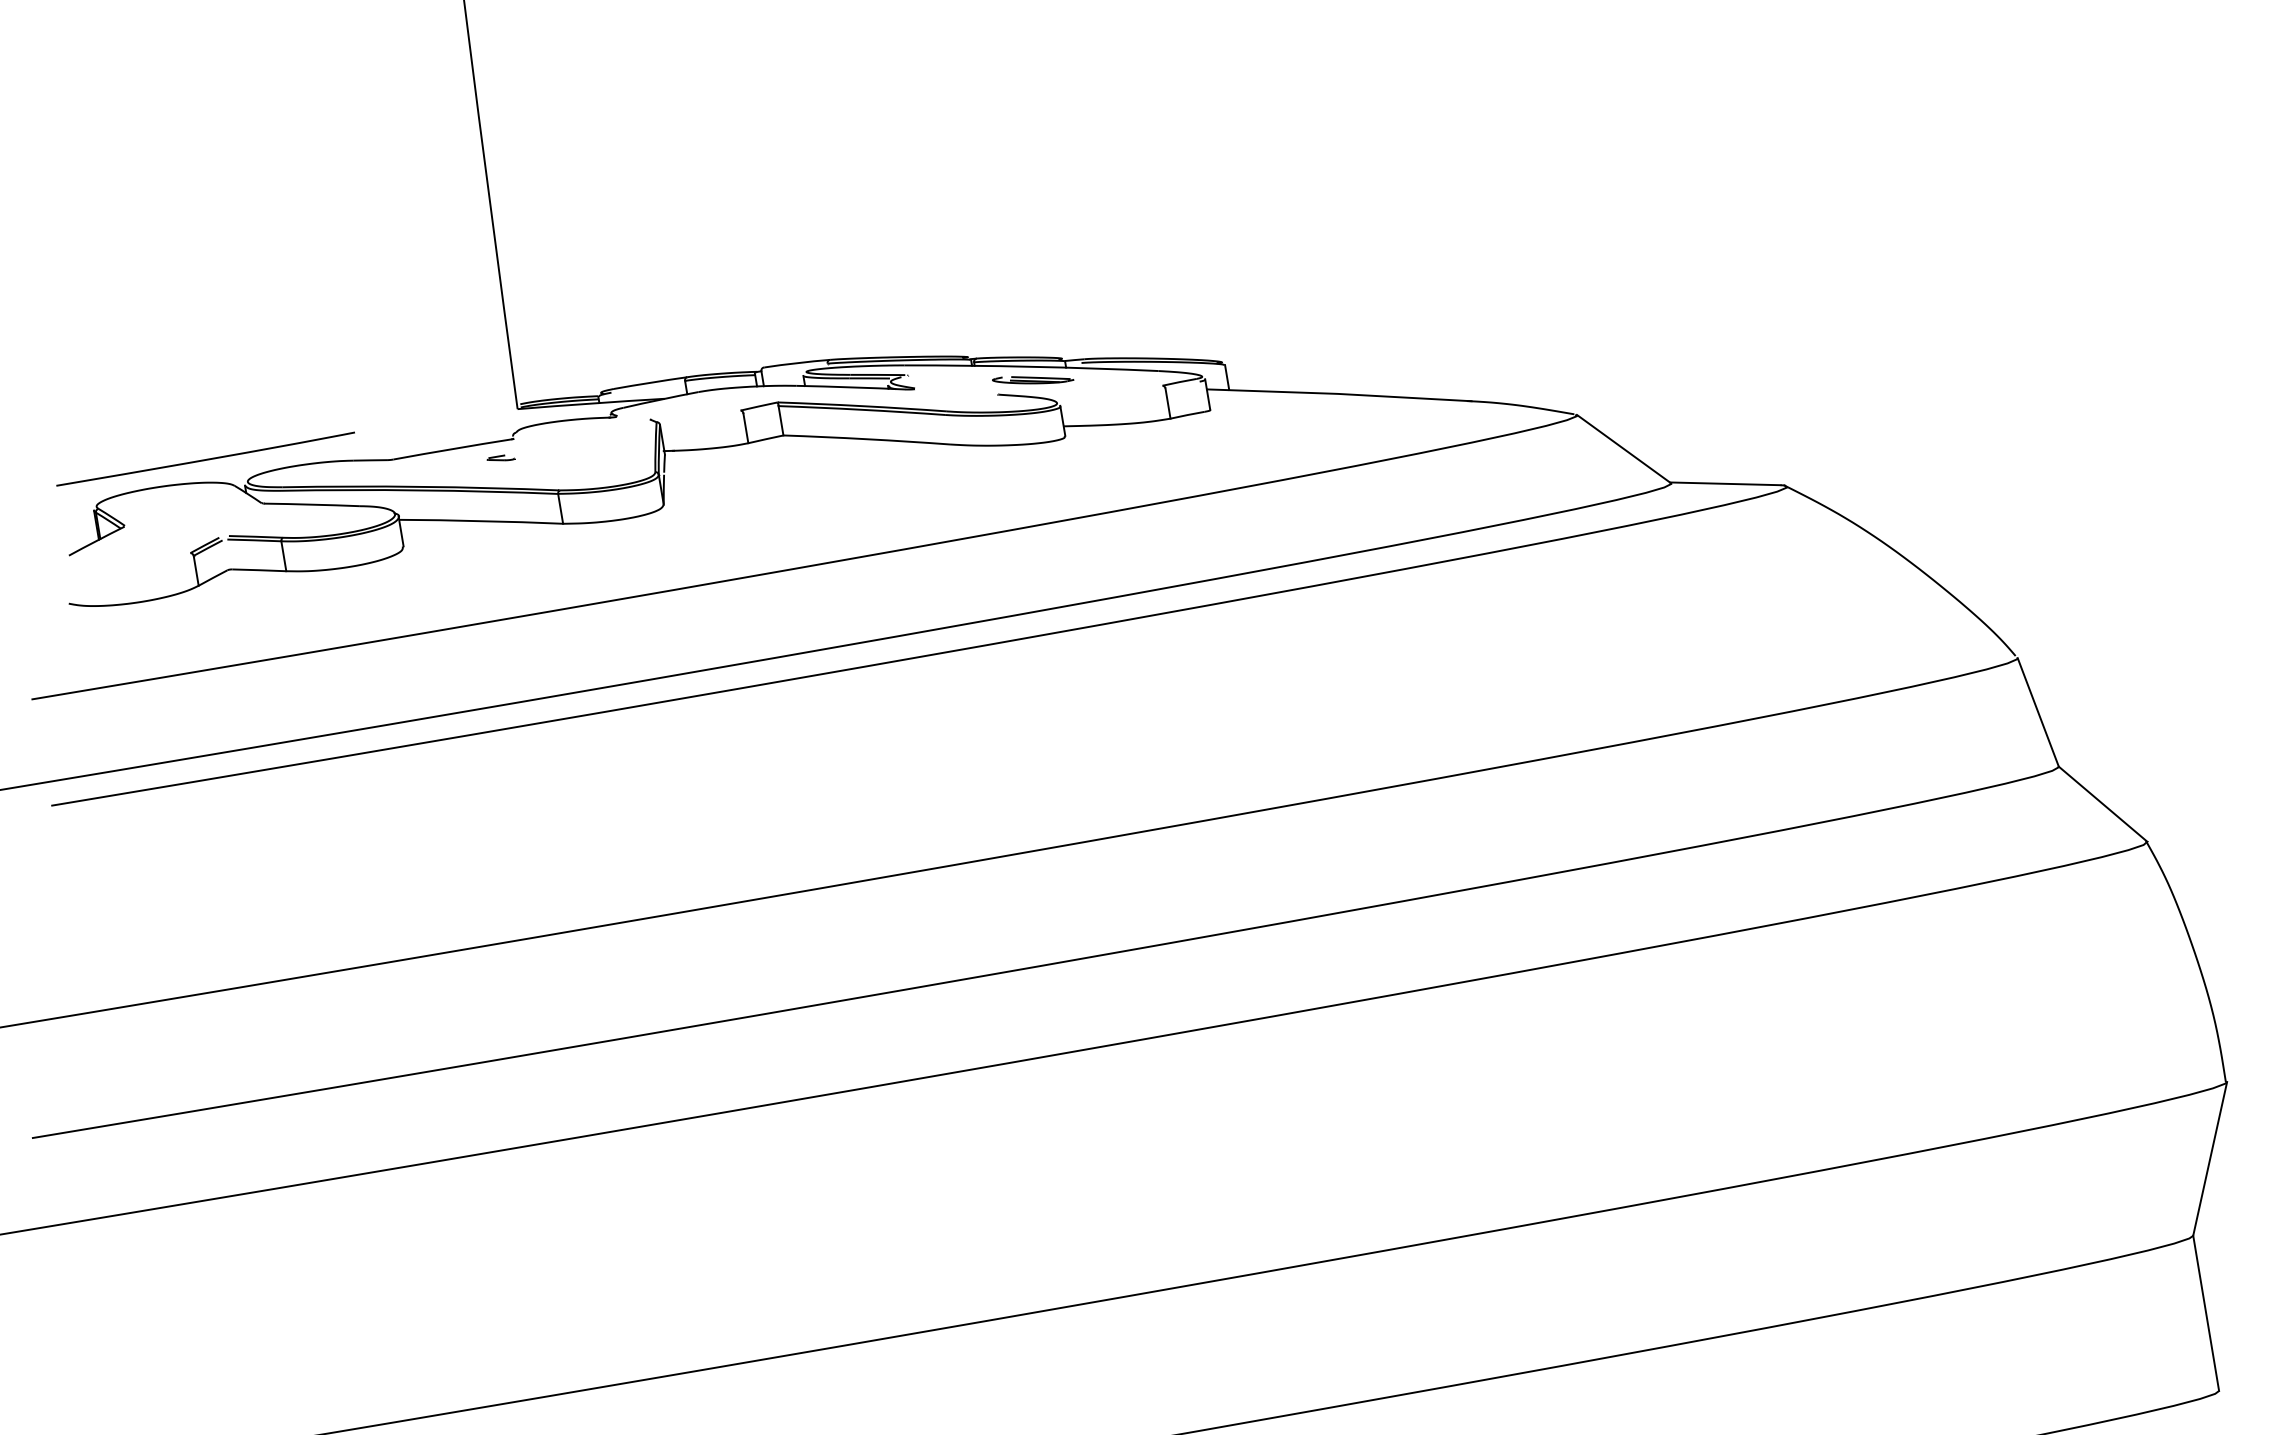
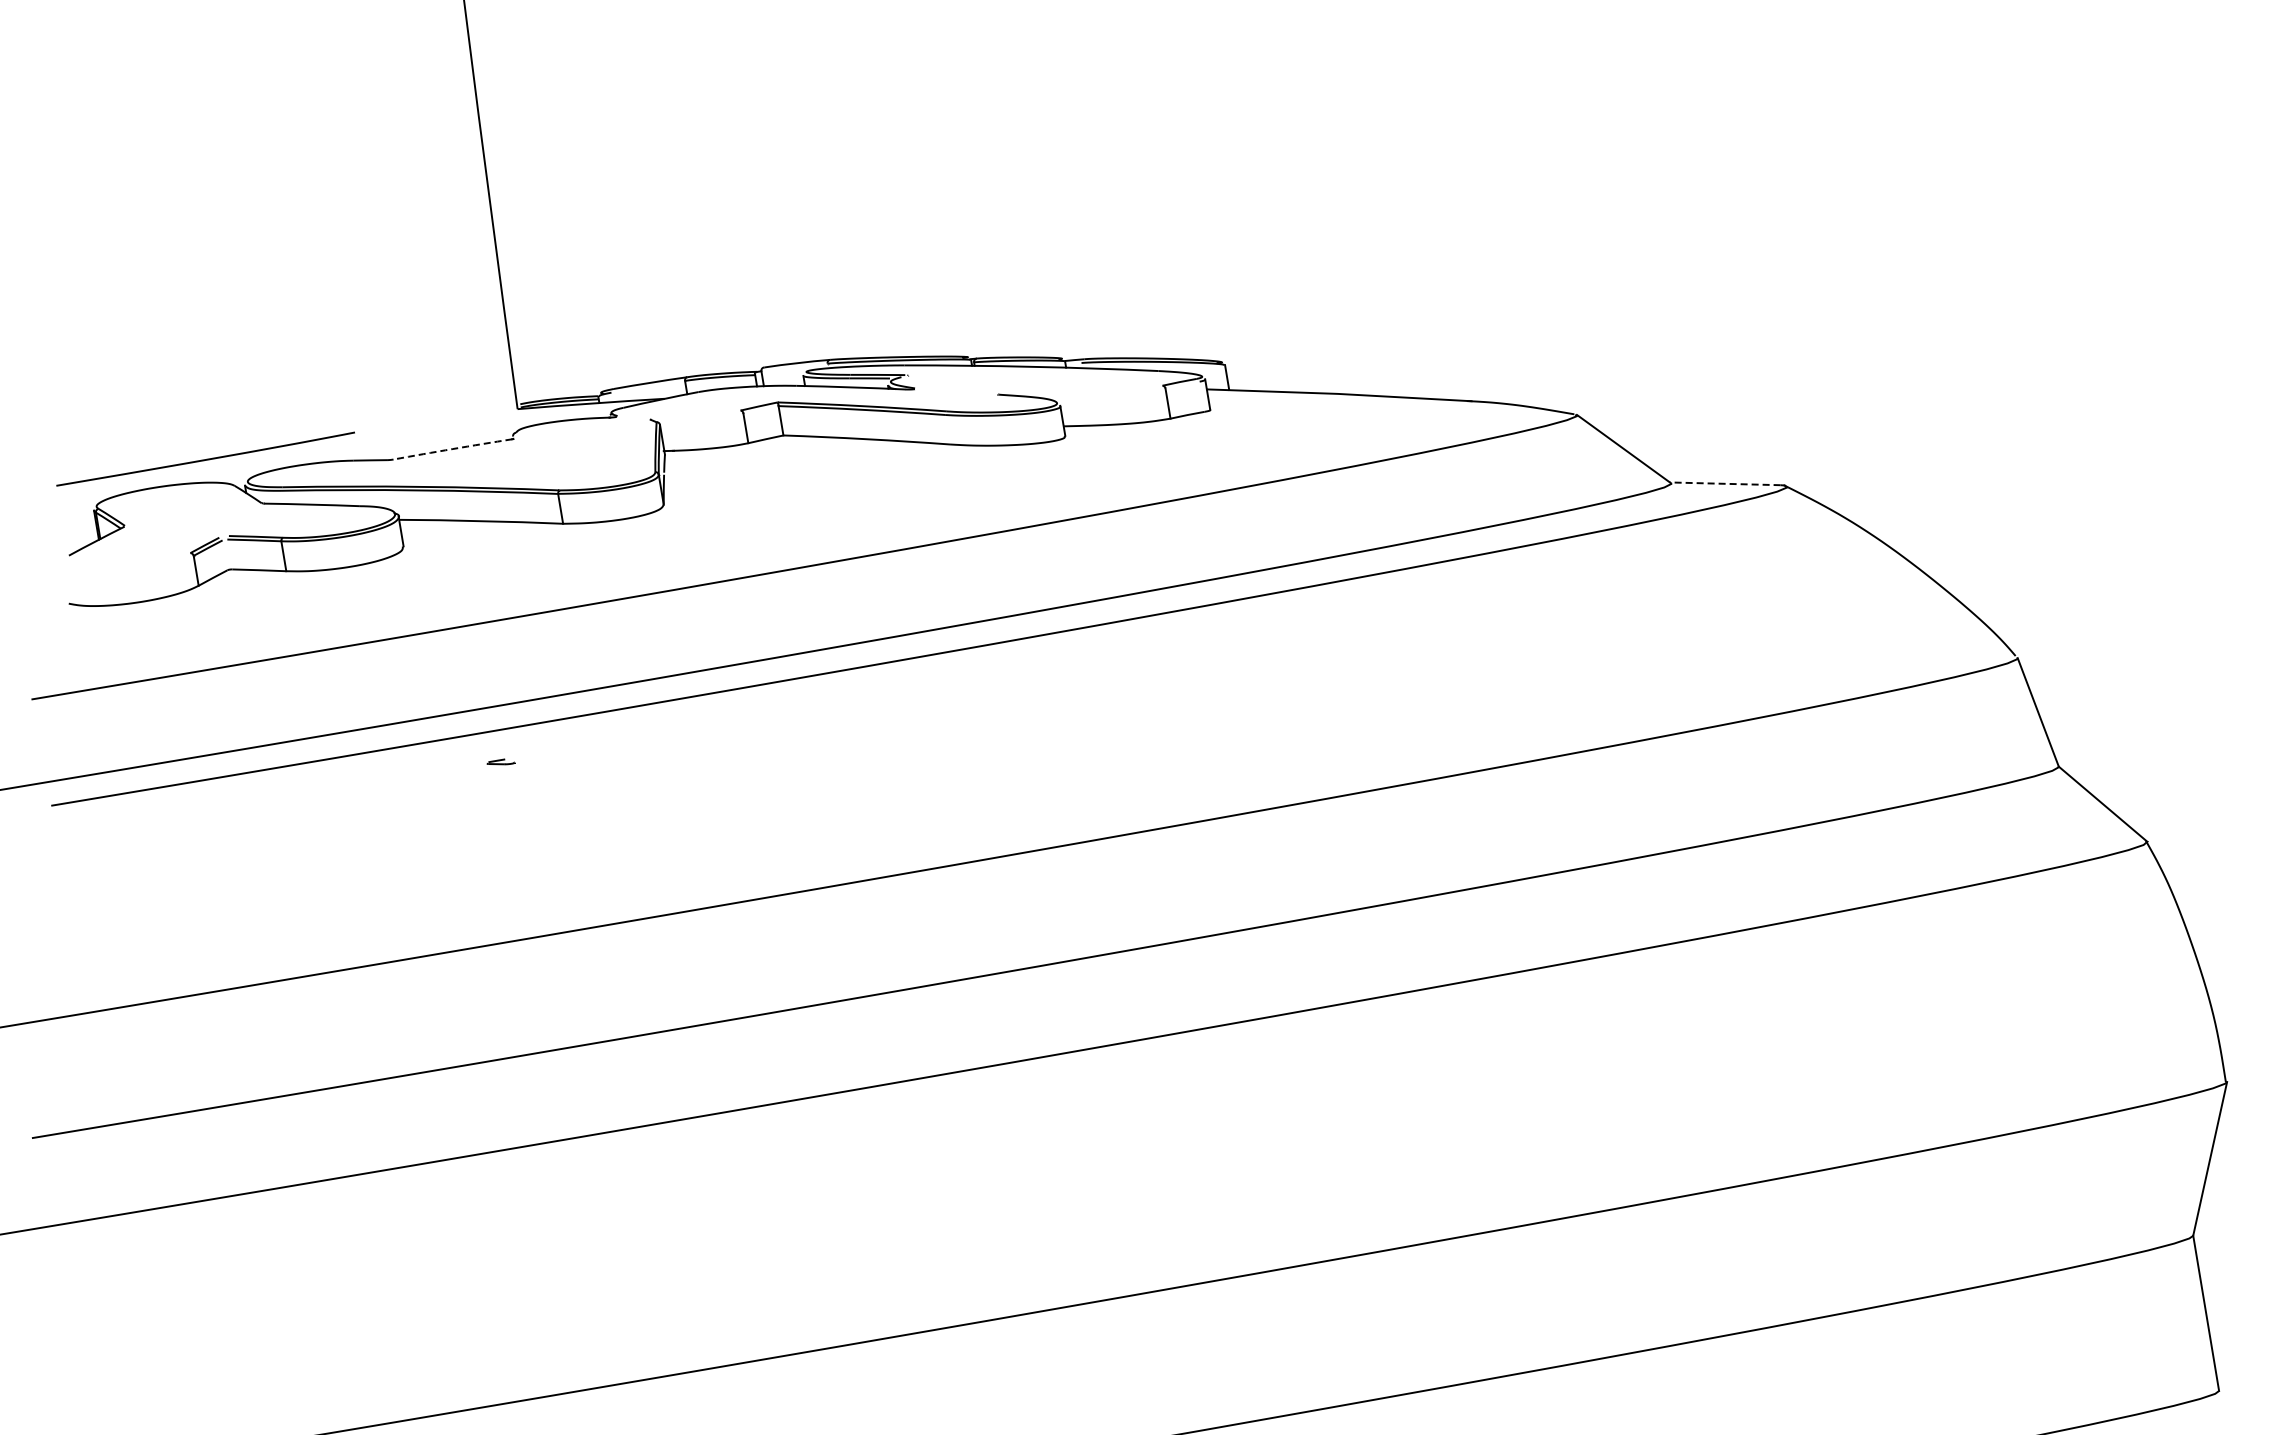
part at (1033, 380): present -> none
arc at (452, 449): solid -> dashed
part at (500, 457) position: (500, 457) -> (500, 761)
line at (1724, 483): solid -> dashed
